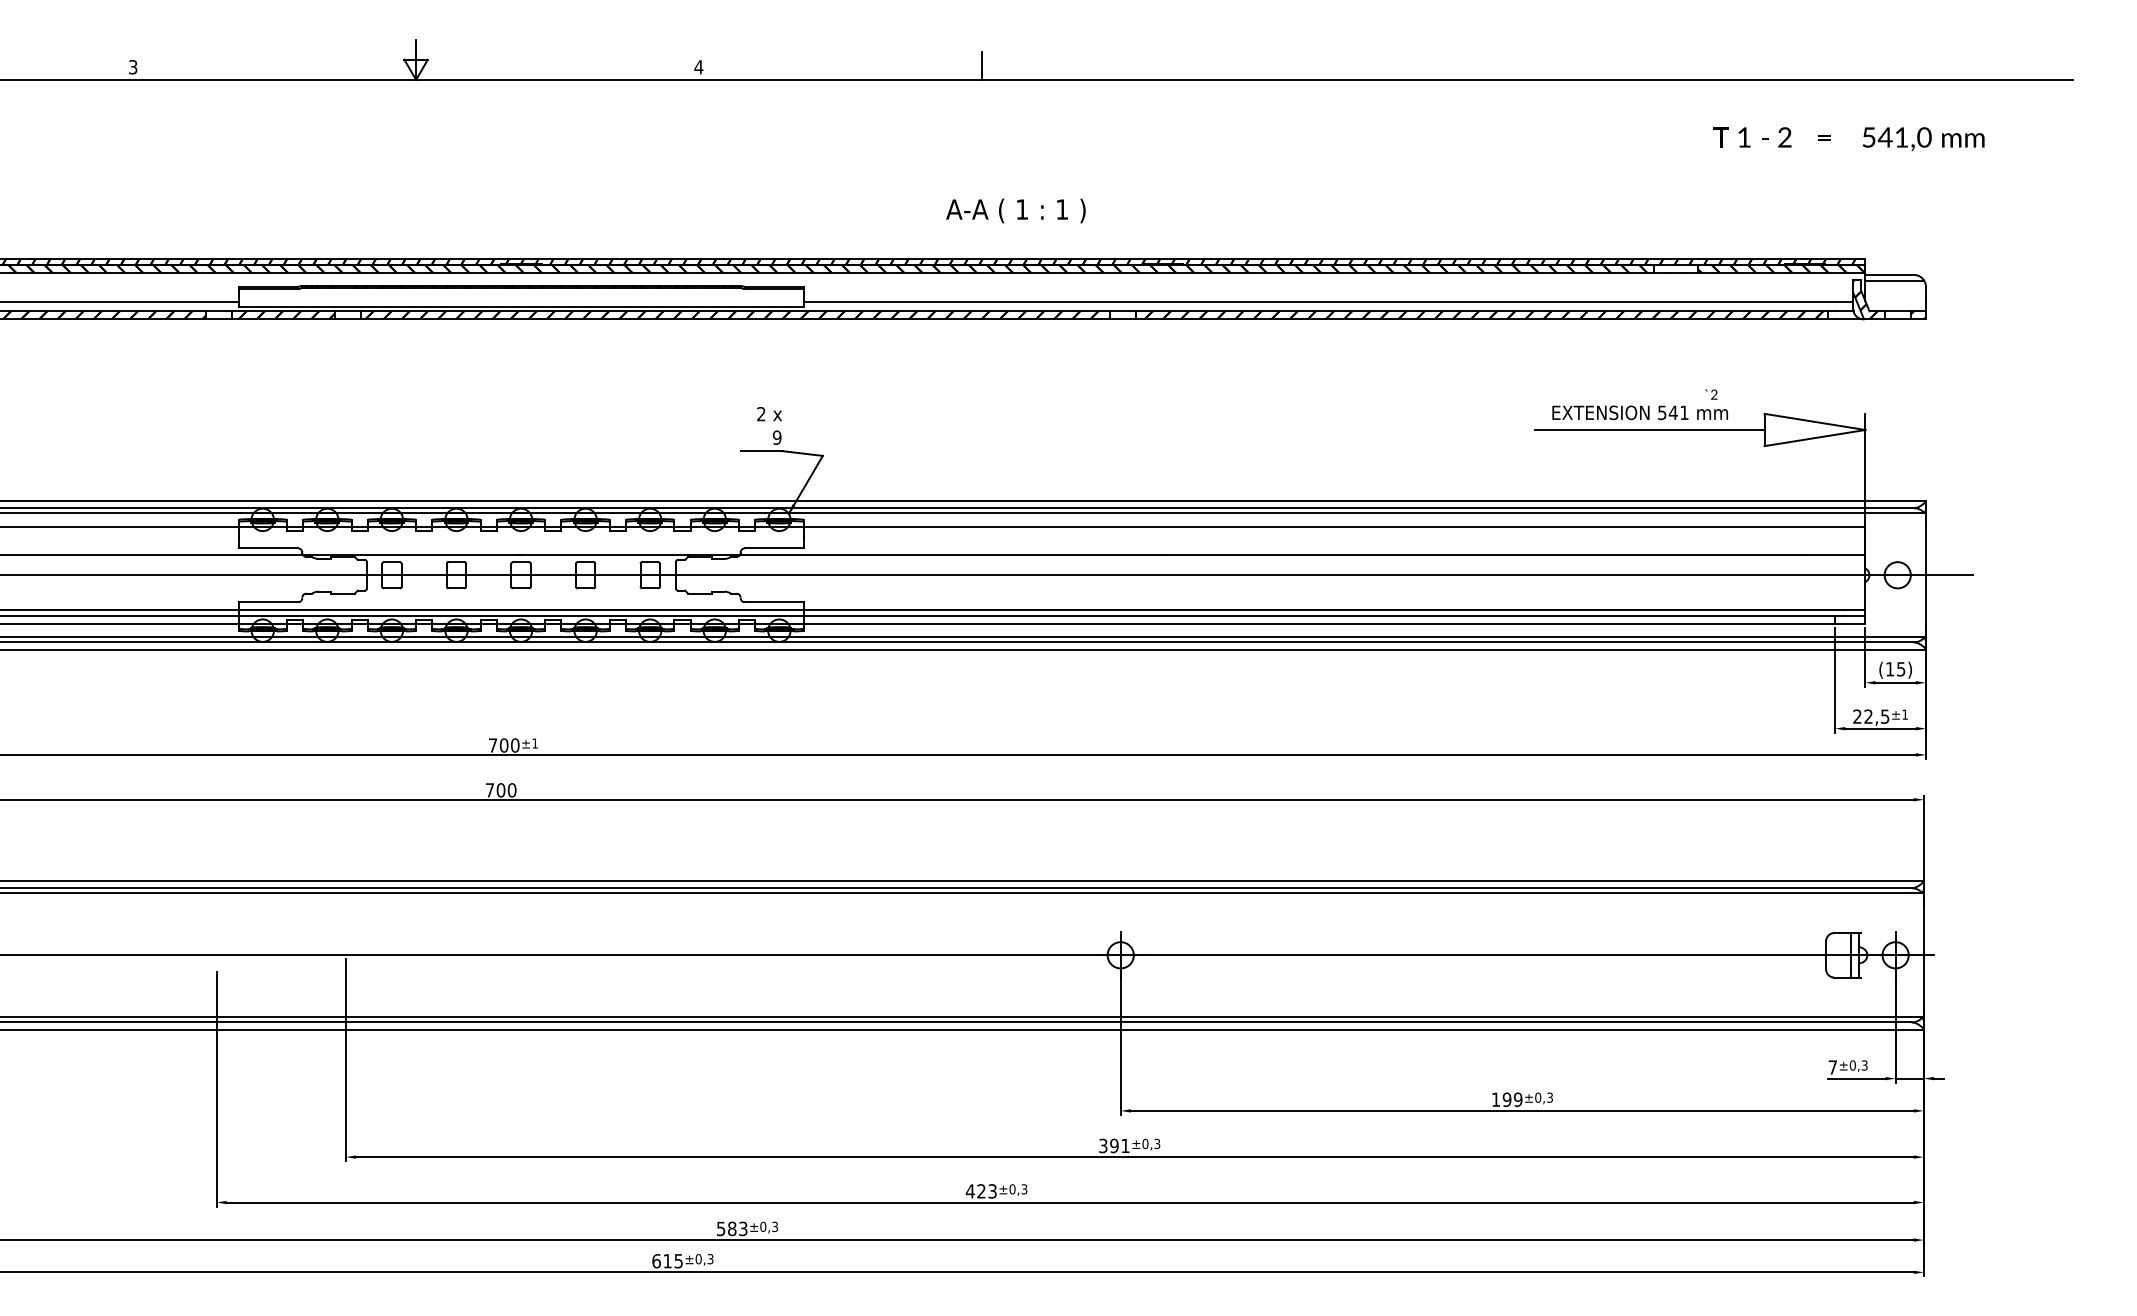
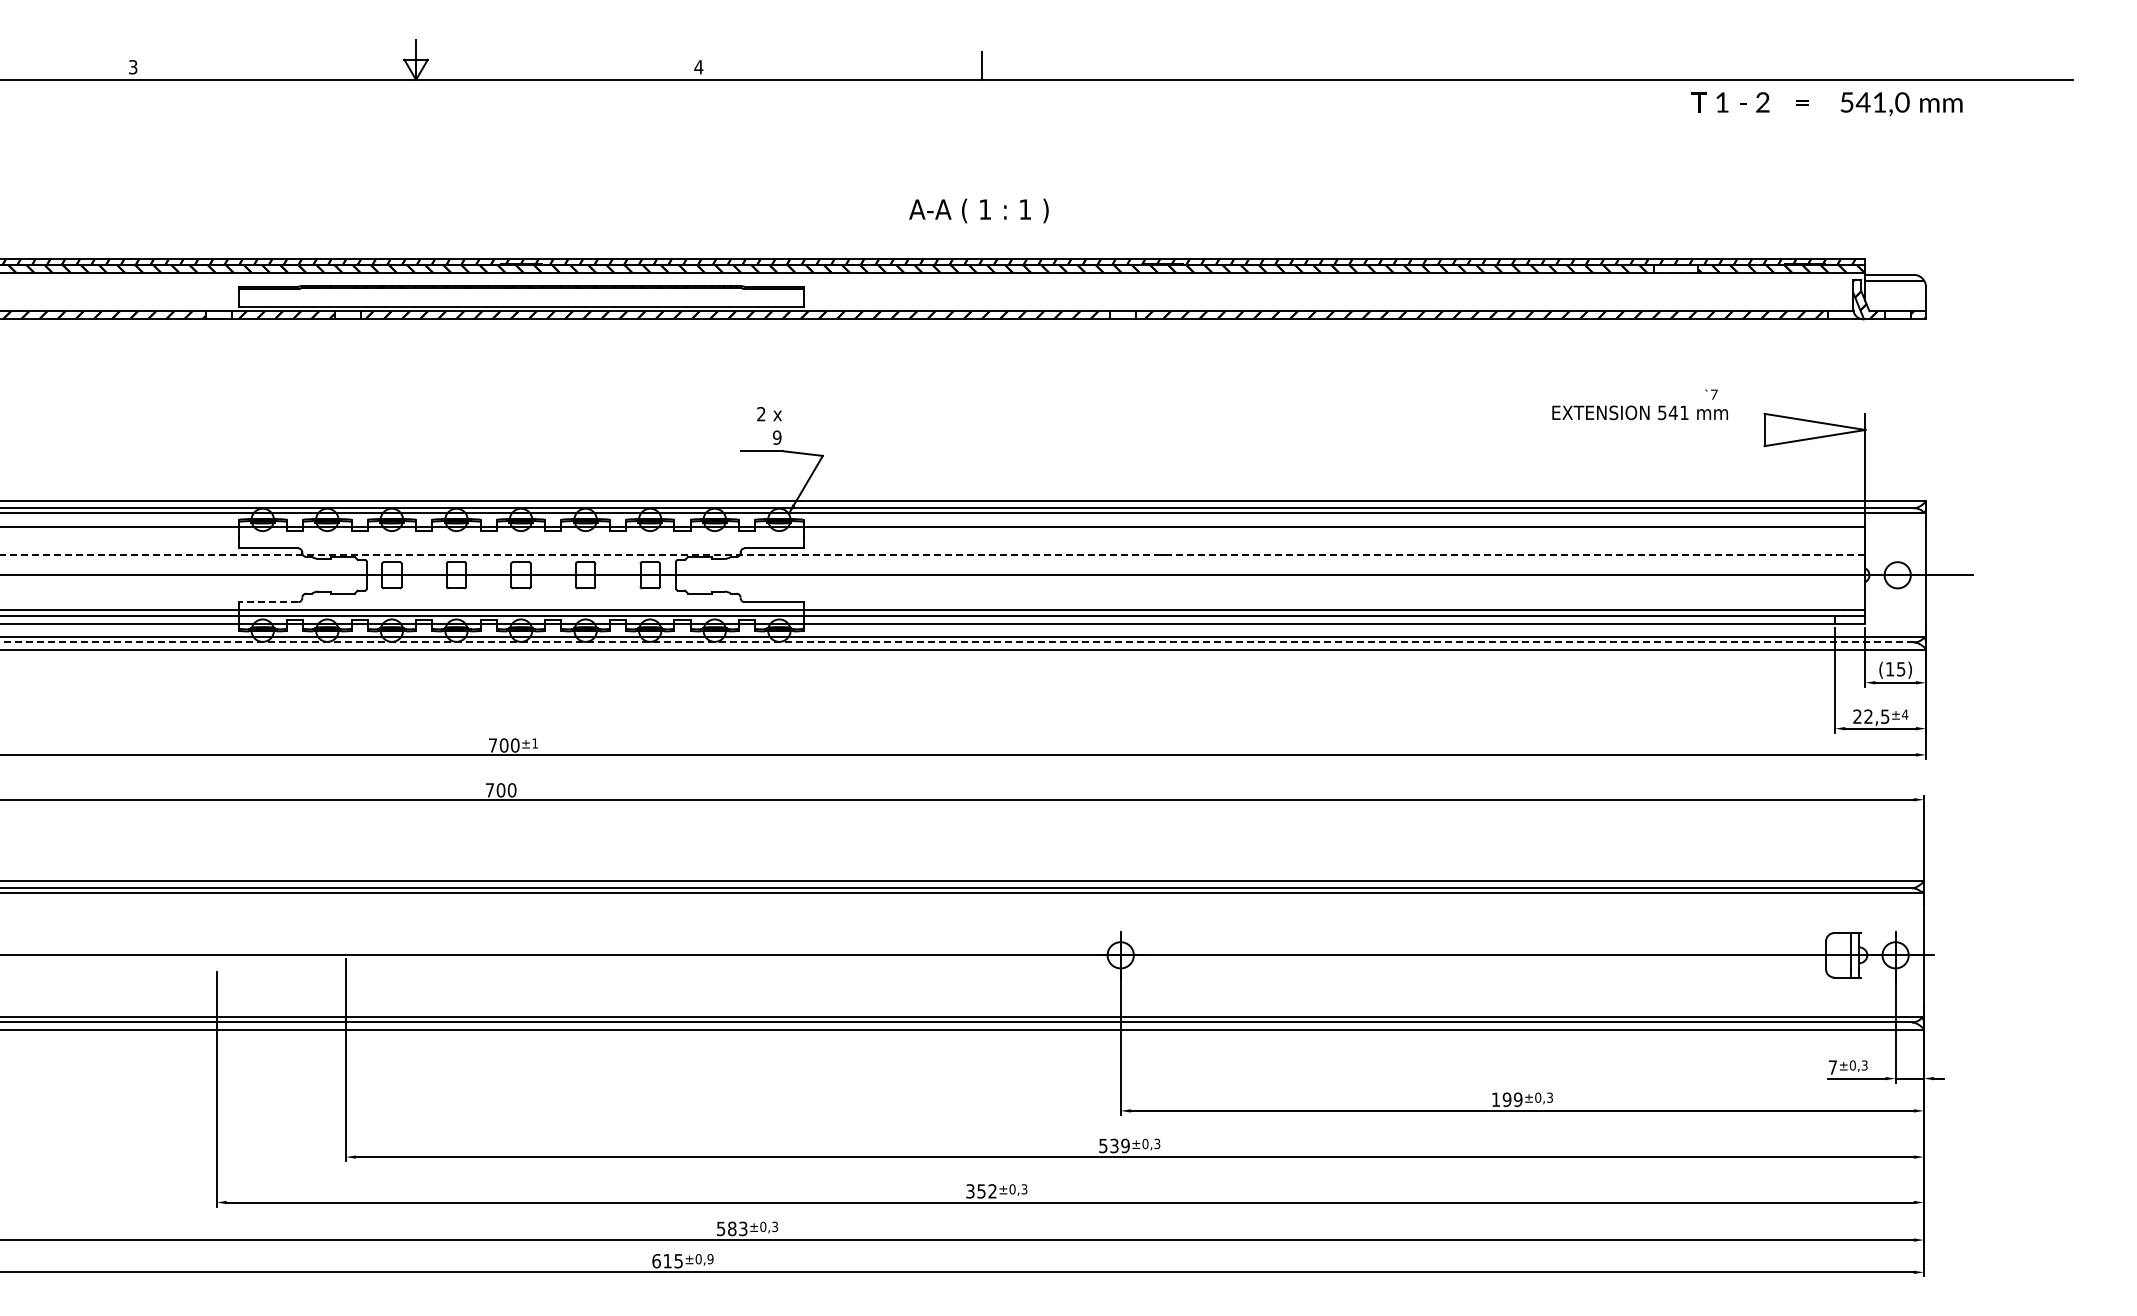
text at (1848, 139) position: (1848, 139) -> (1826, 104)
text at (1015, 210) position: (1015, 210) -> (978, 210)
line at (120, 301): present -> none
line at (1328, 301): present -> none
text at (1714, 394): 2 -> 7
line at (1649, 430): present -> none
line at (932, 555): solid -> dashed
line at (268, 602): solid -> dashed
line at (957, 642): solid -> dashed
text at (1904, 714): ±1 -> ±4
text at (1114, 1145): 391 -> 539
text at (980, 1191): 423 -> 352
text at (710, 1259): ±0,3 -> ±0,9
